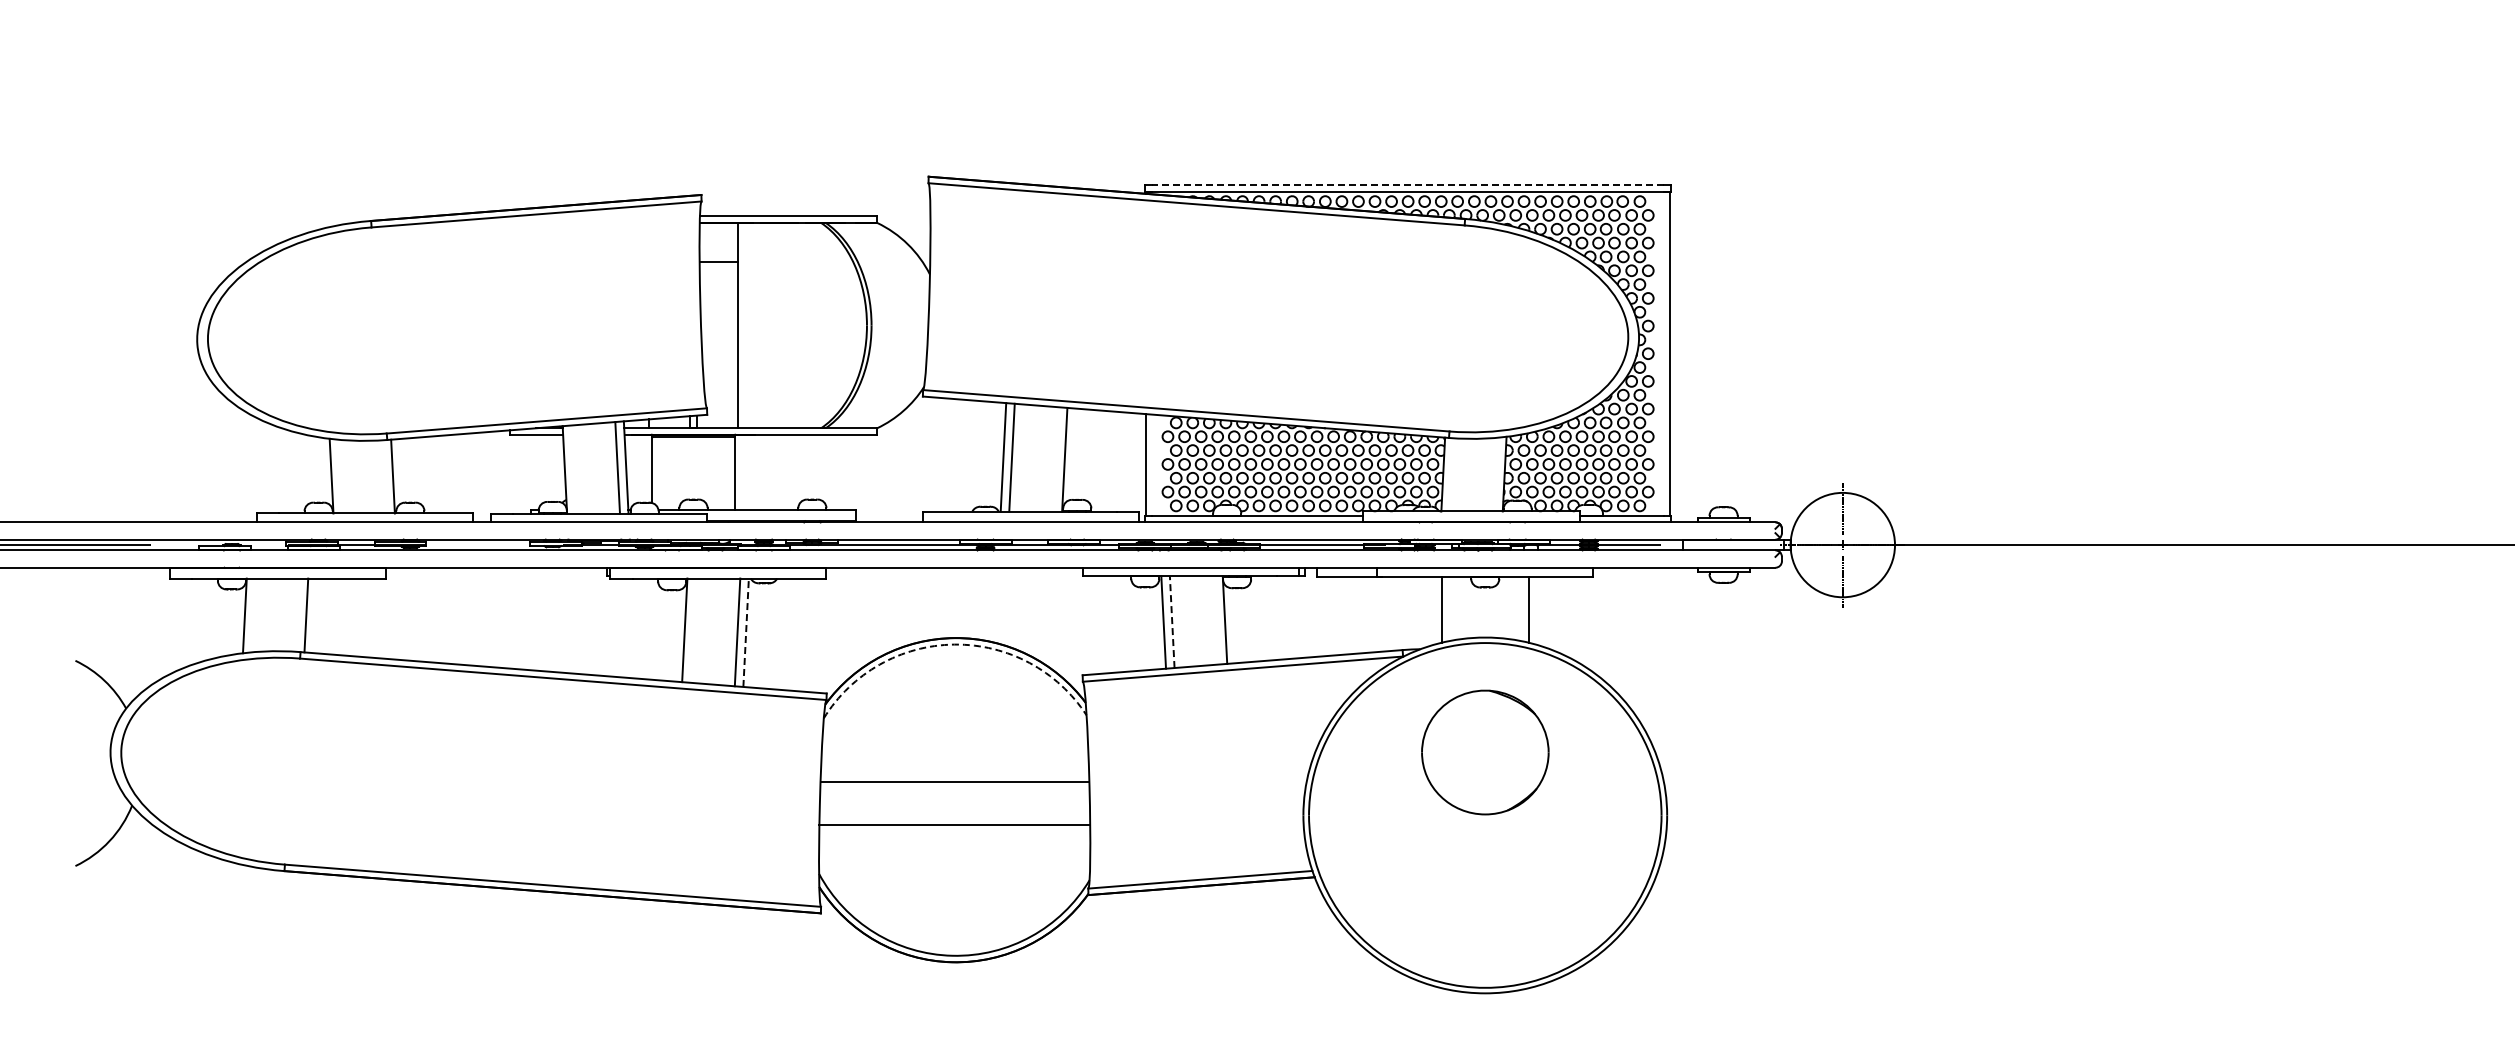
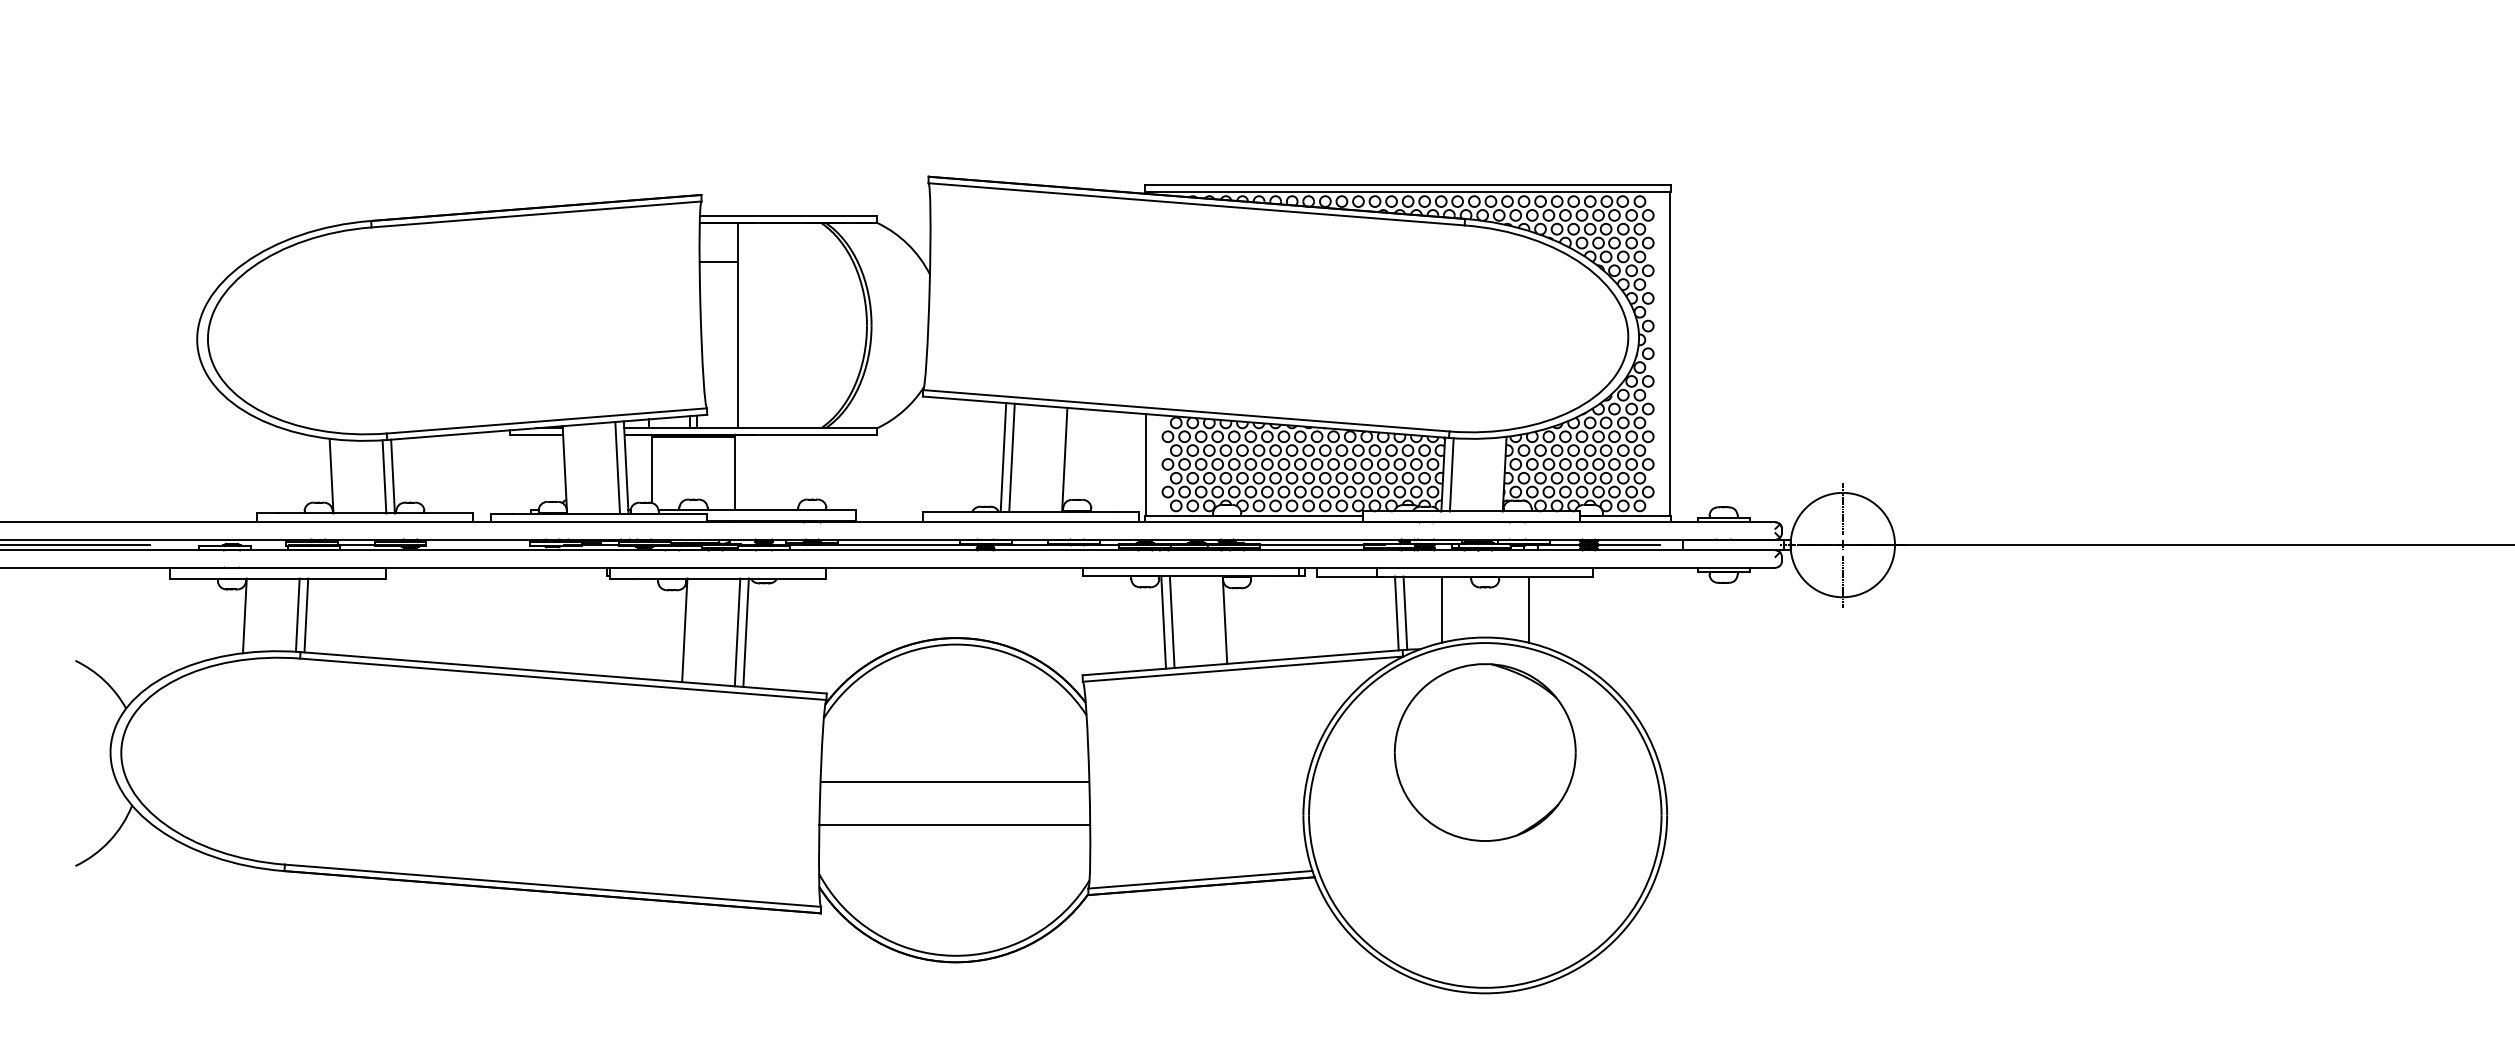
line at (1407, 185): dashed -> solid
line at (1451, 474): none -> present
line at (384, 476): none -> present
line at (1405, 612): none -> present
line at (1396, 613): none -> present
line at (297, 614): none -> present
line at (1172, 622): dashed -> solid
line at (746, 632): dashed -> solid
arc at (954, 644): dashed -> solid
part at (1485, 752) size: 129x127 px -> 183x179 px
